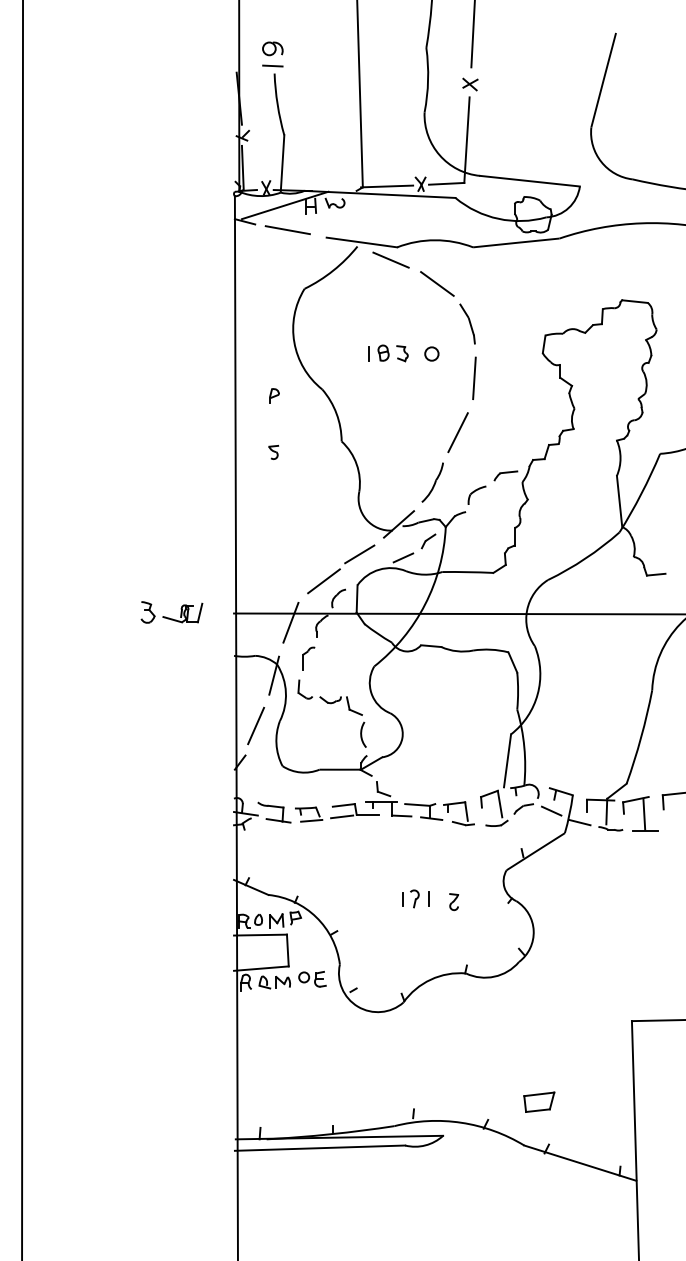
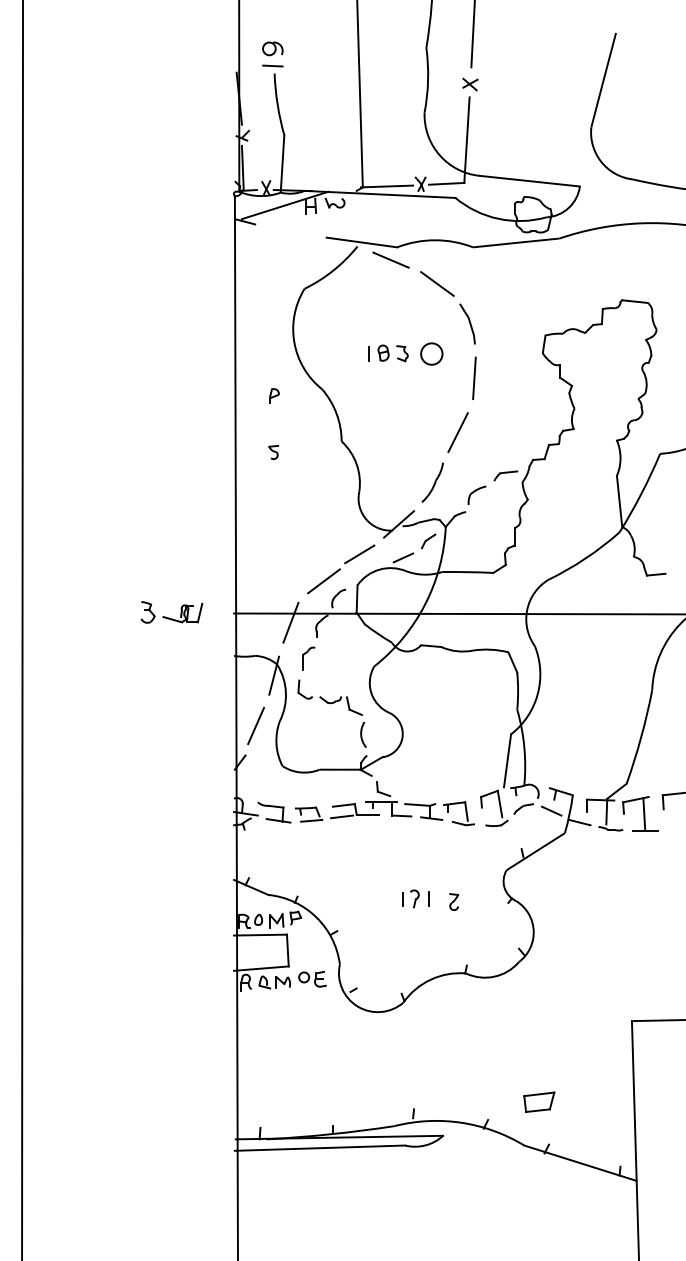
line at (287, 230): present -> none
circle at (431, 353) size: 16x16 px -> 24x24 px
